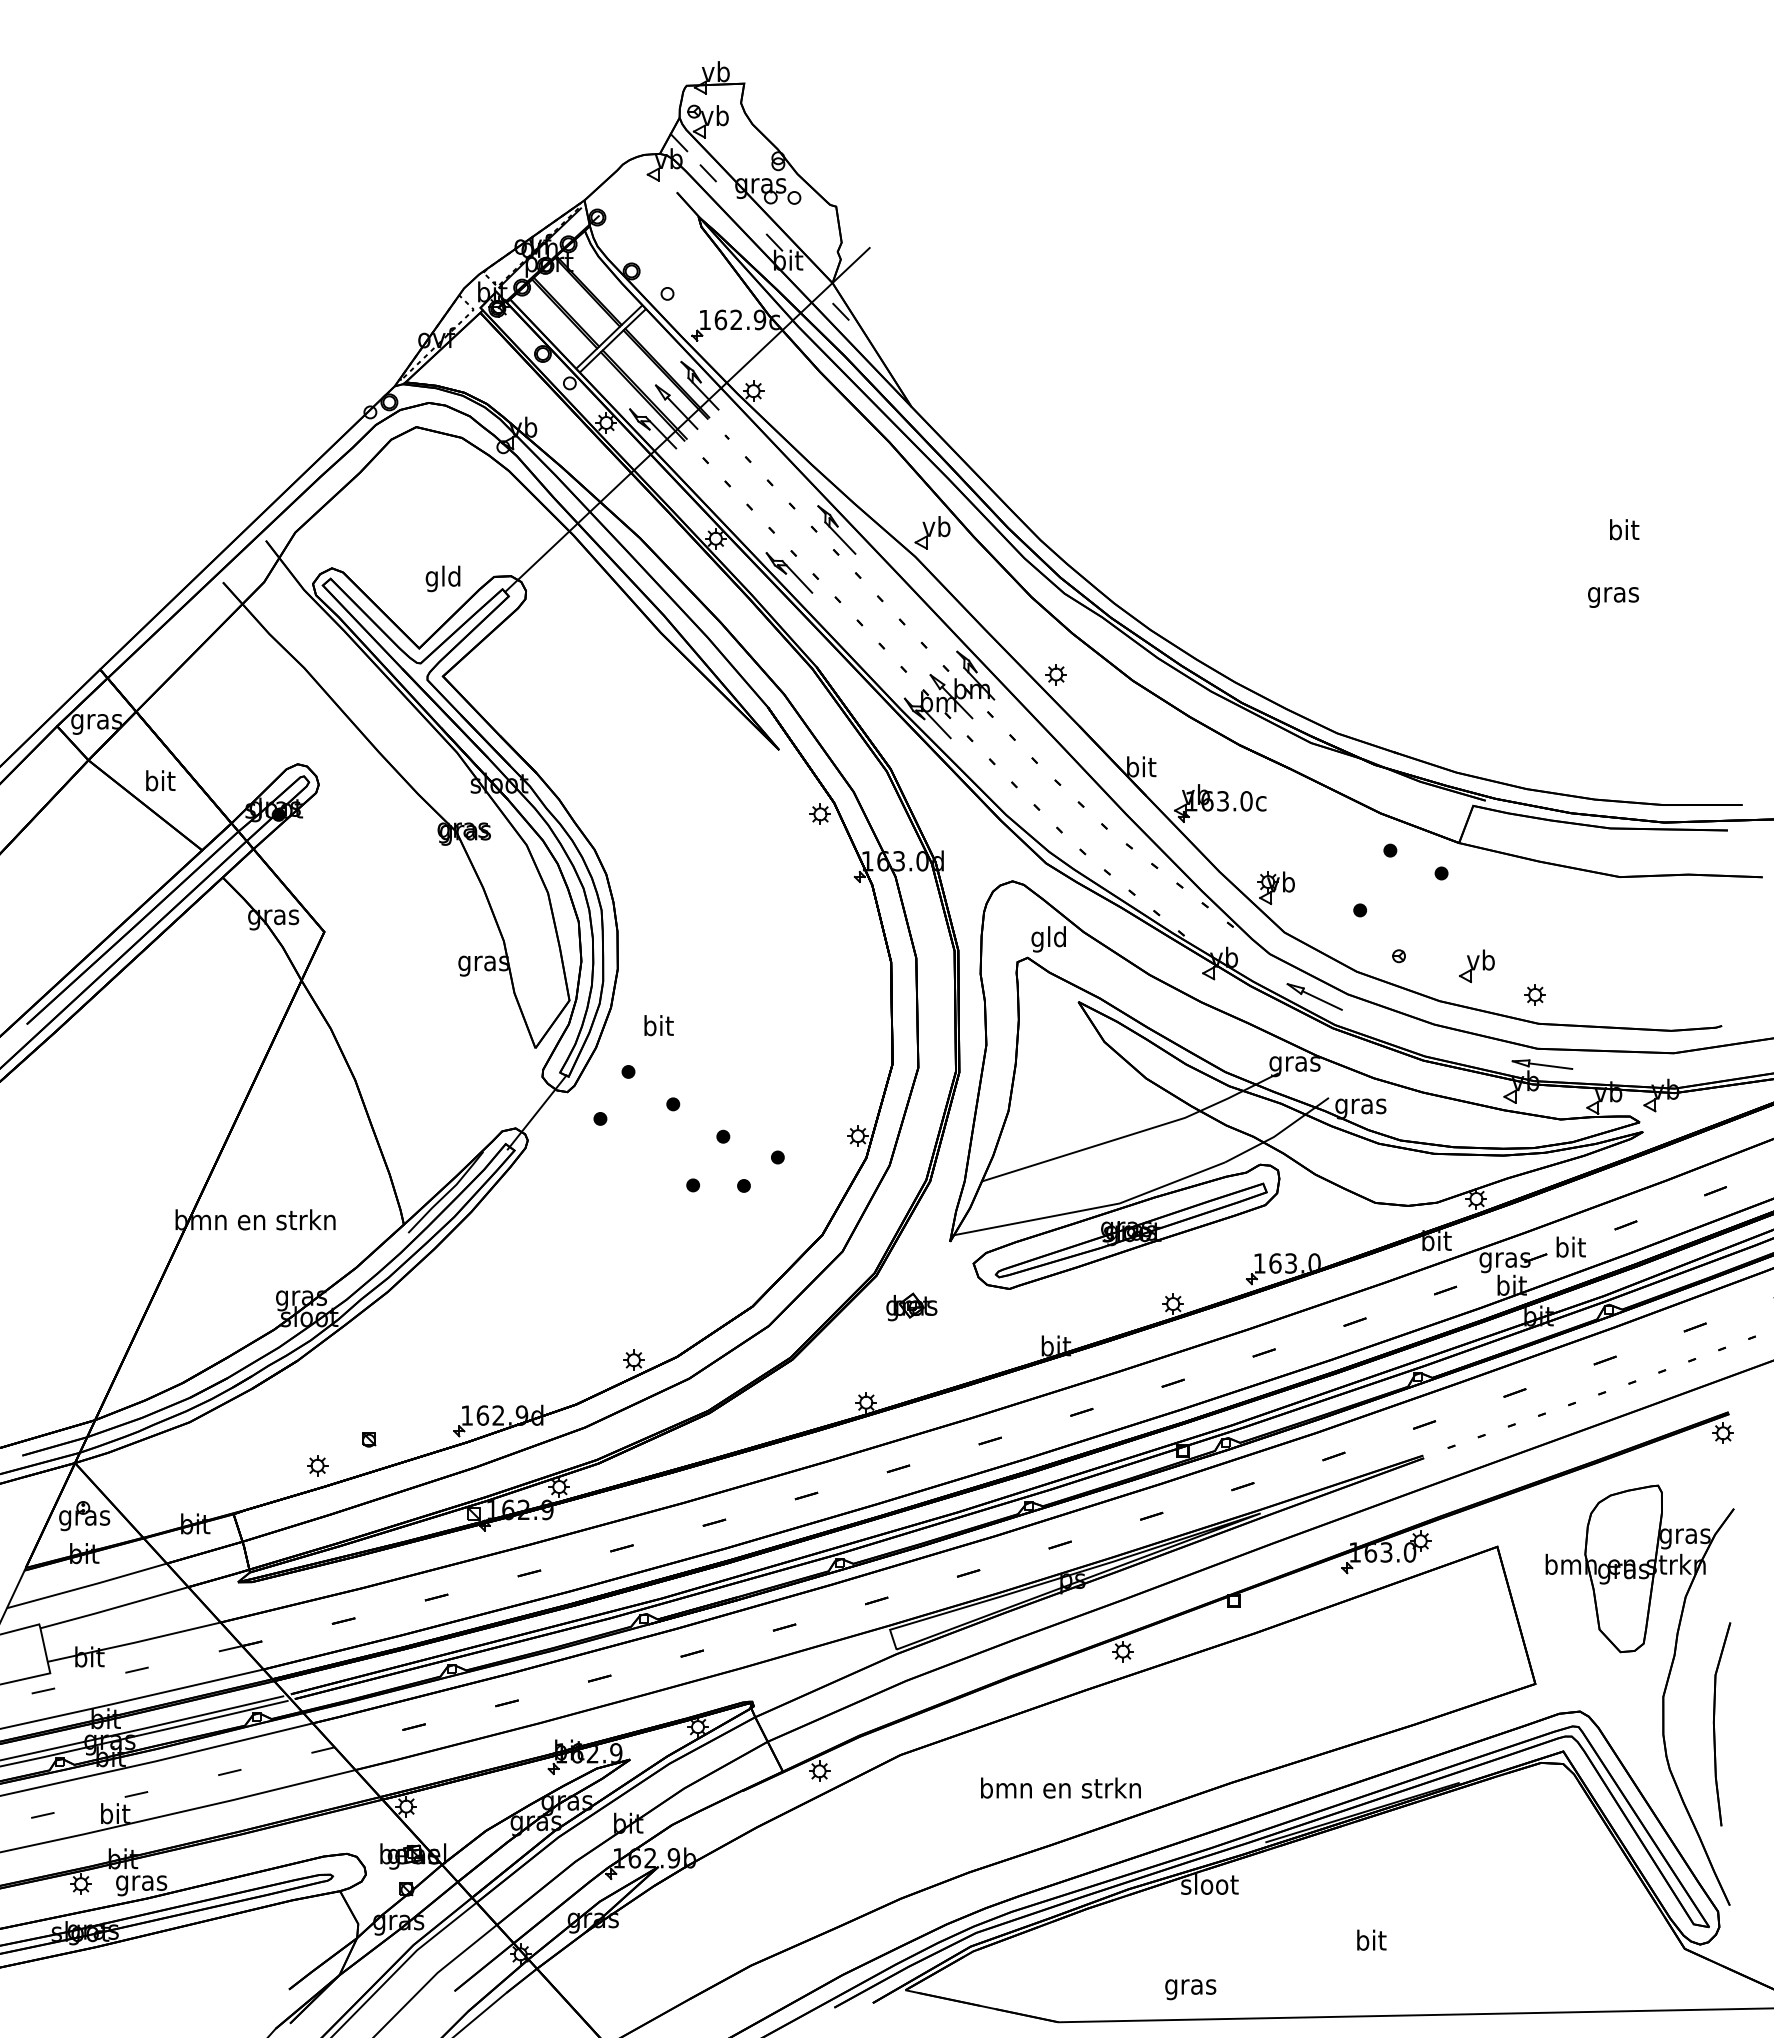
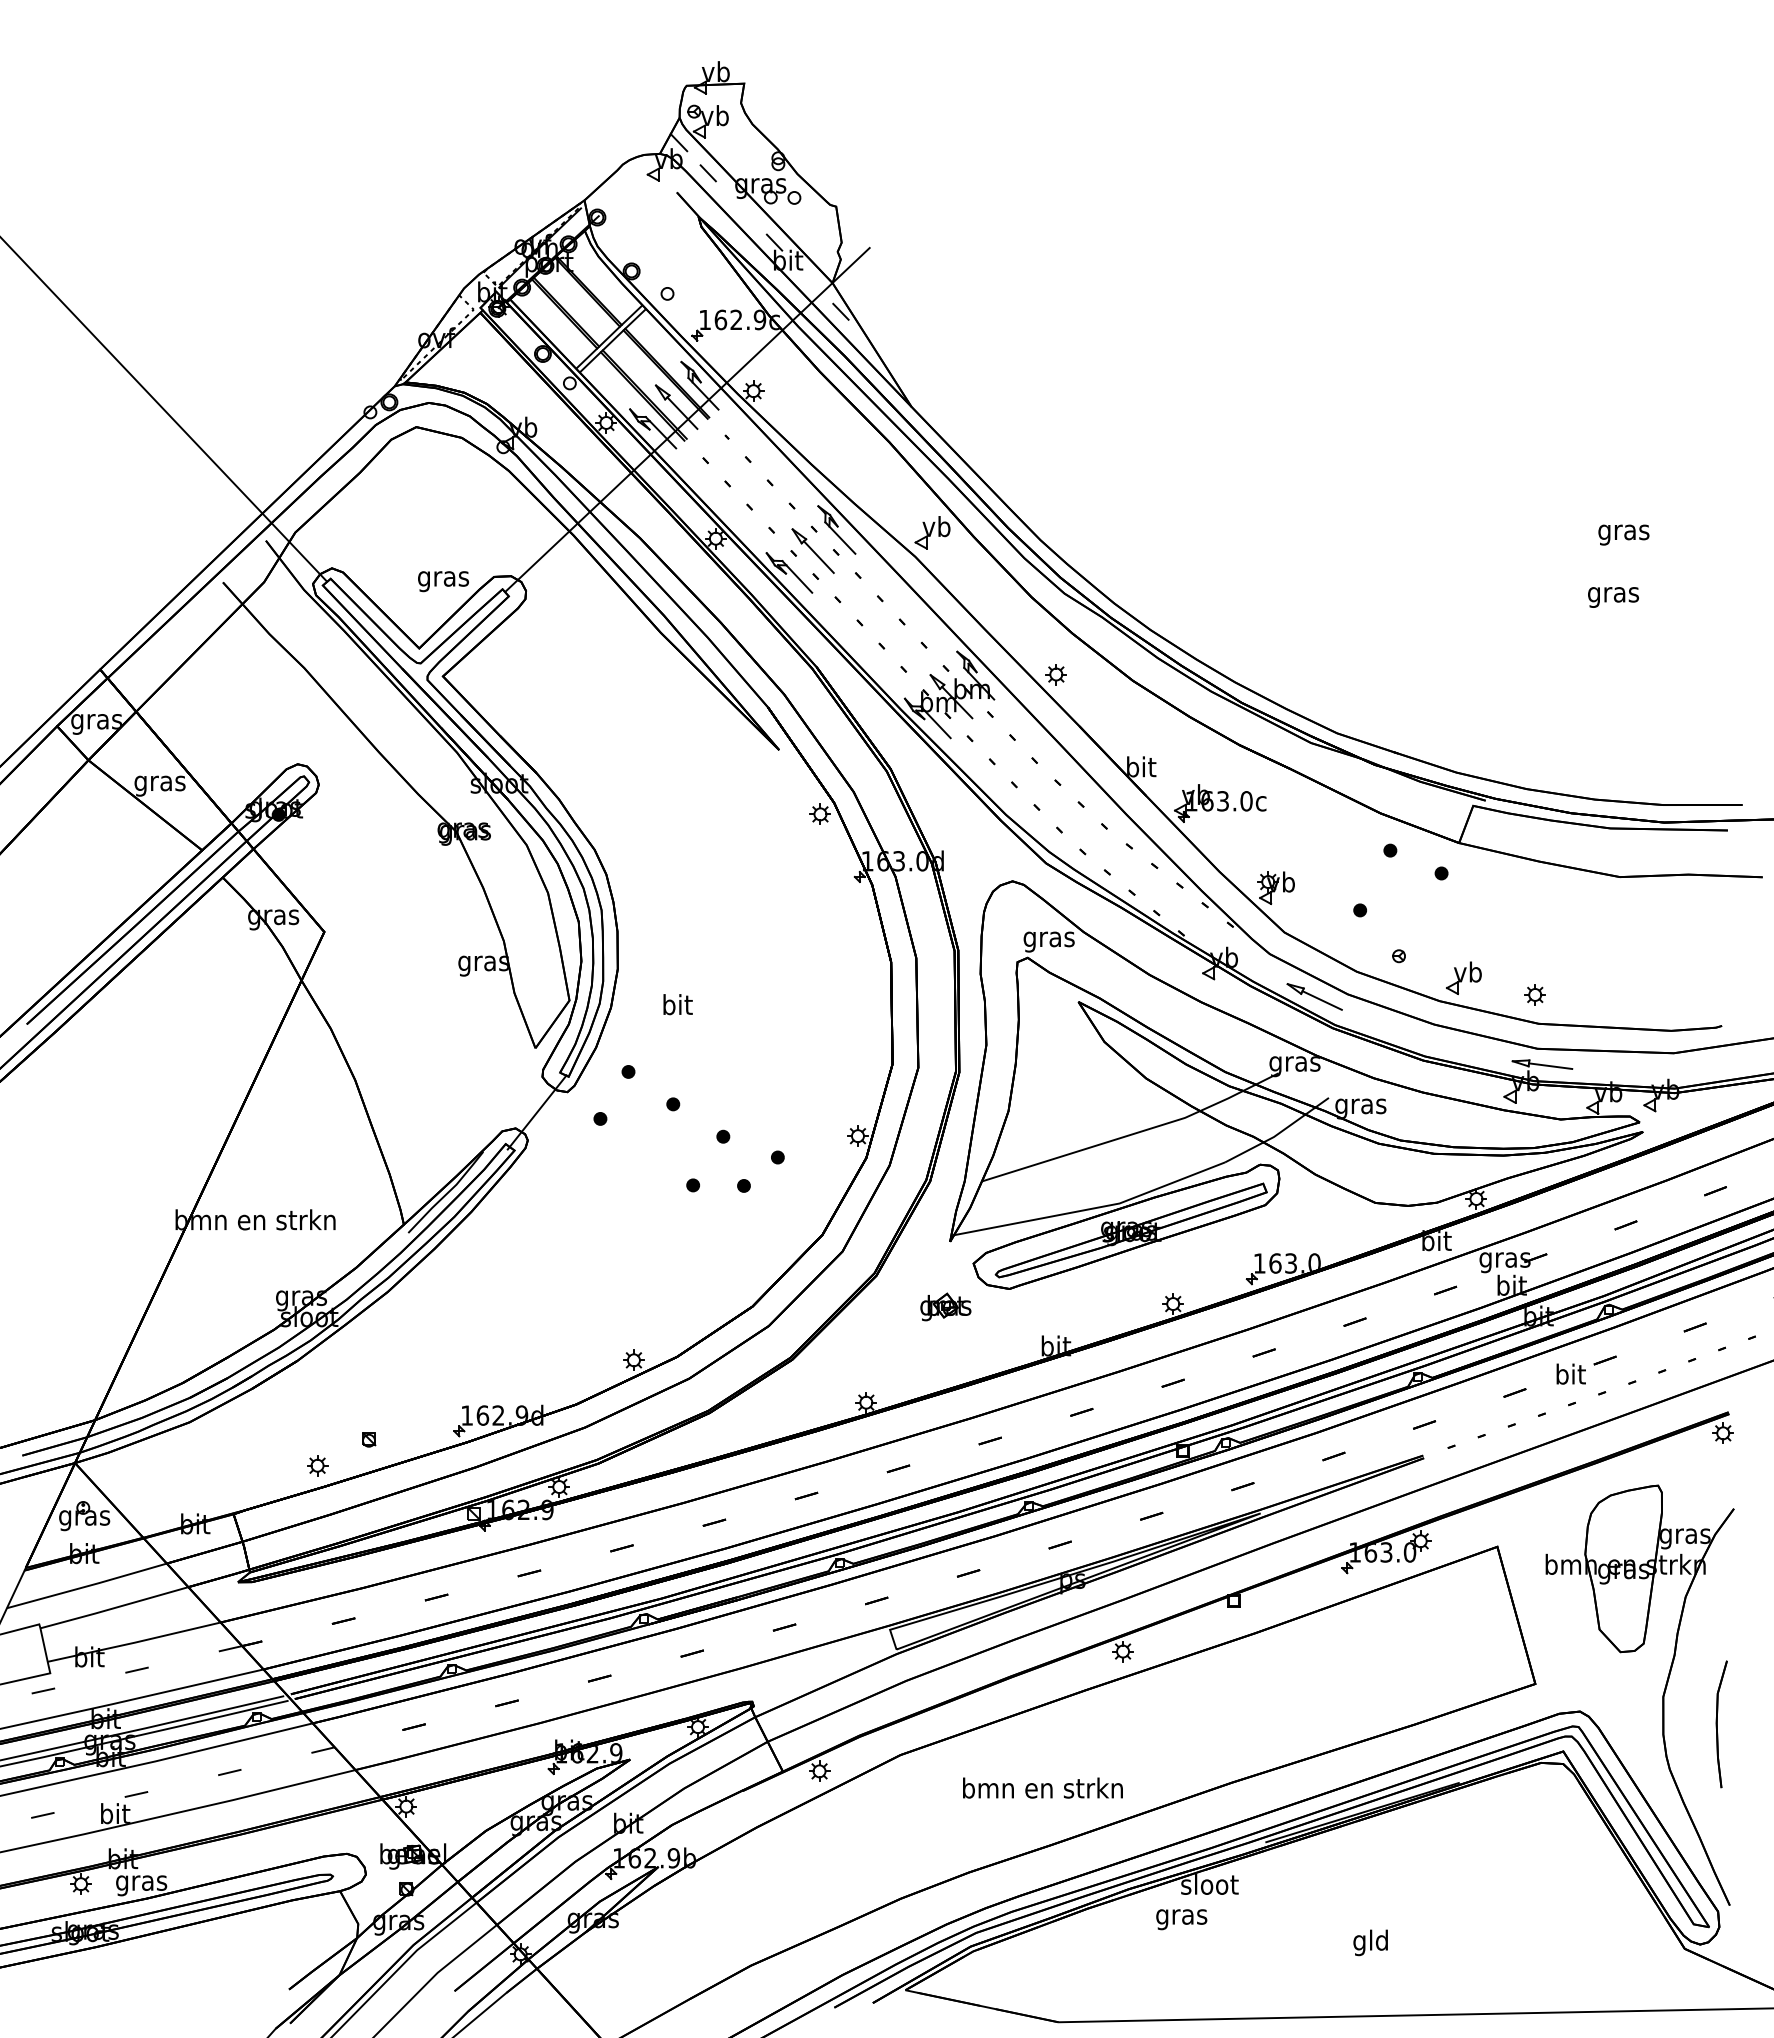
line at (164, 410): none -> present
text at (1623, 532): bit -> gras
part at (812, 550): none -> present
text at (443, 578): gld -> gras
text at (159, 783): bit -> gras
text at (1048, 939): gld -> gras
part at (1476, 966) position: (1476, 966) -> (1463, 978)
text at (658, 1025) position: (658, 1025) -> (677, 1004)
text at (1570, 1246) position: (1570, 1246) -> (1570, 1373)
part at (911, 1306) position: (911, 1306) -> (945, 1306)
part at (1721, 1724) size: 20x205 px -> 13x129 px
text at (1060, 1787) position: (1060, 1787) -> (1042, 1787)
text at (1370, 1942): bit -> gld
text at (1190, 1989) position: (1190, 1989) -> (1181, 1919)
